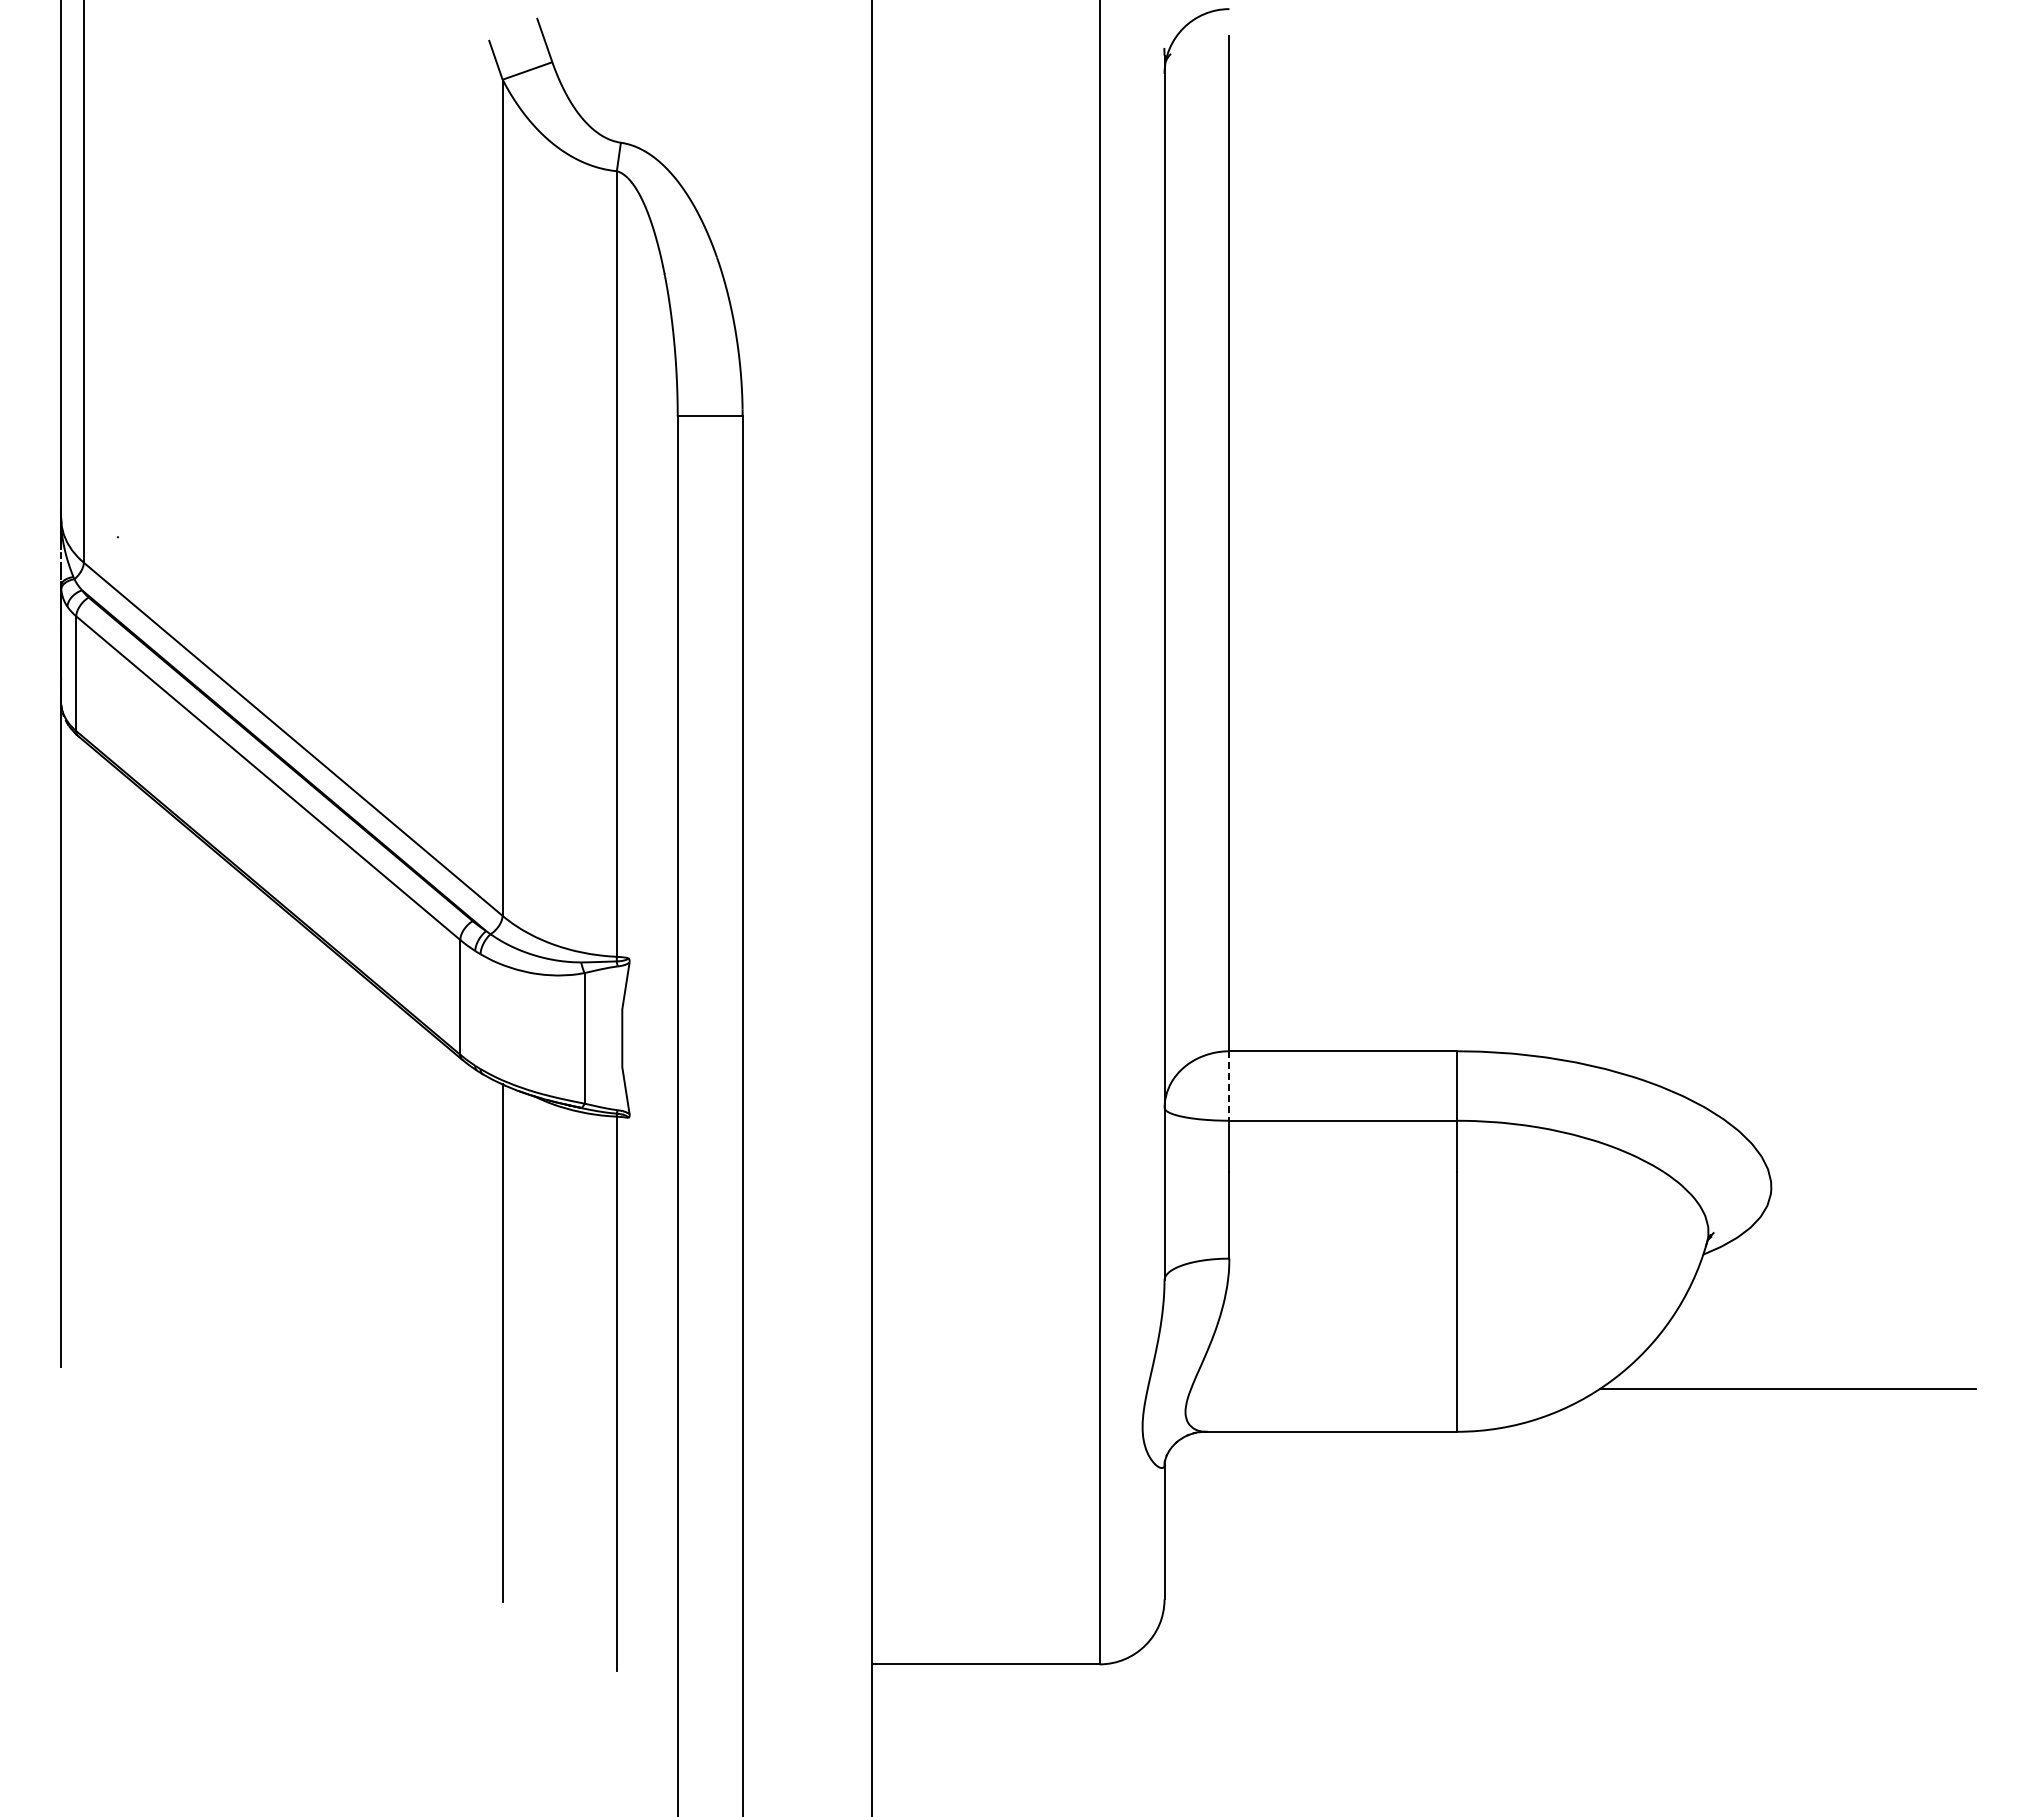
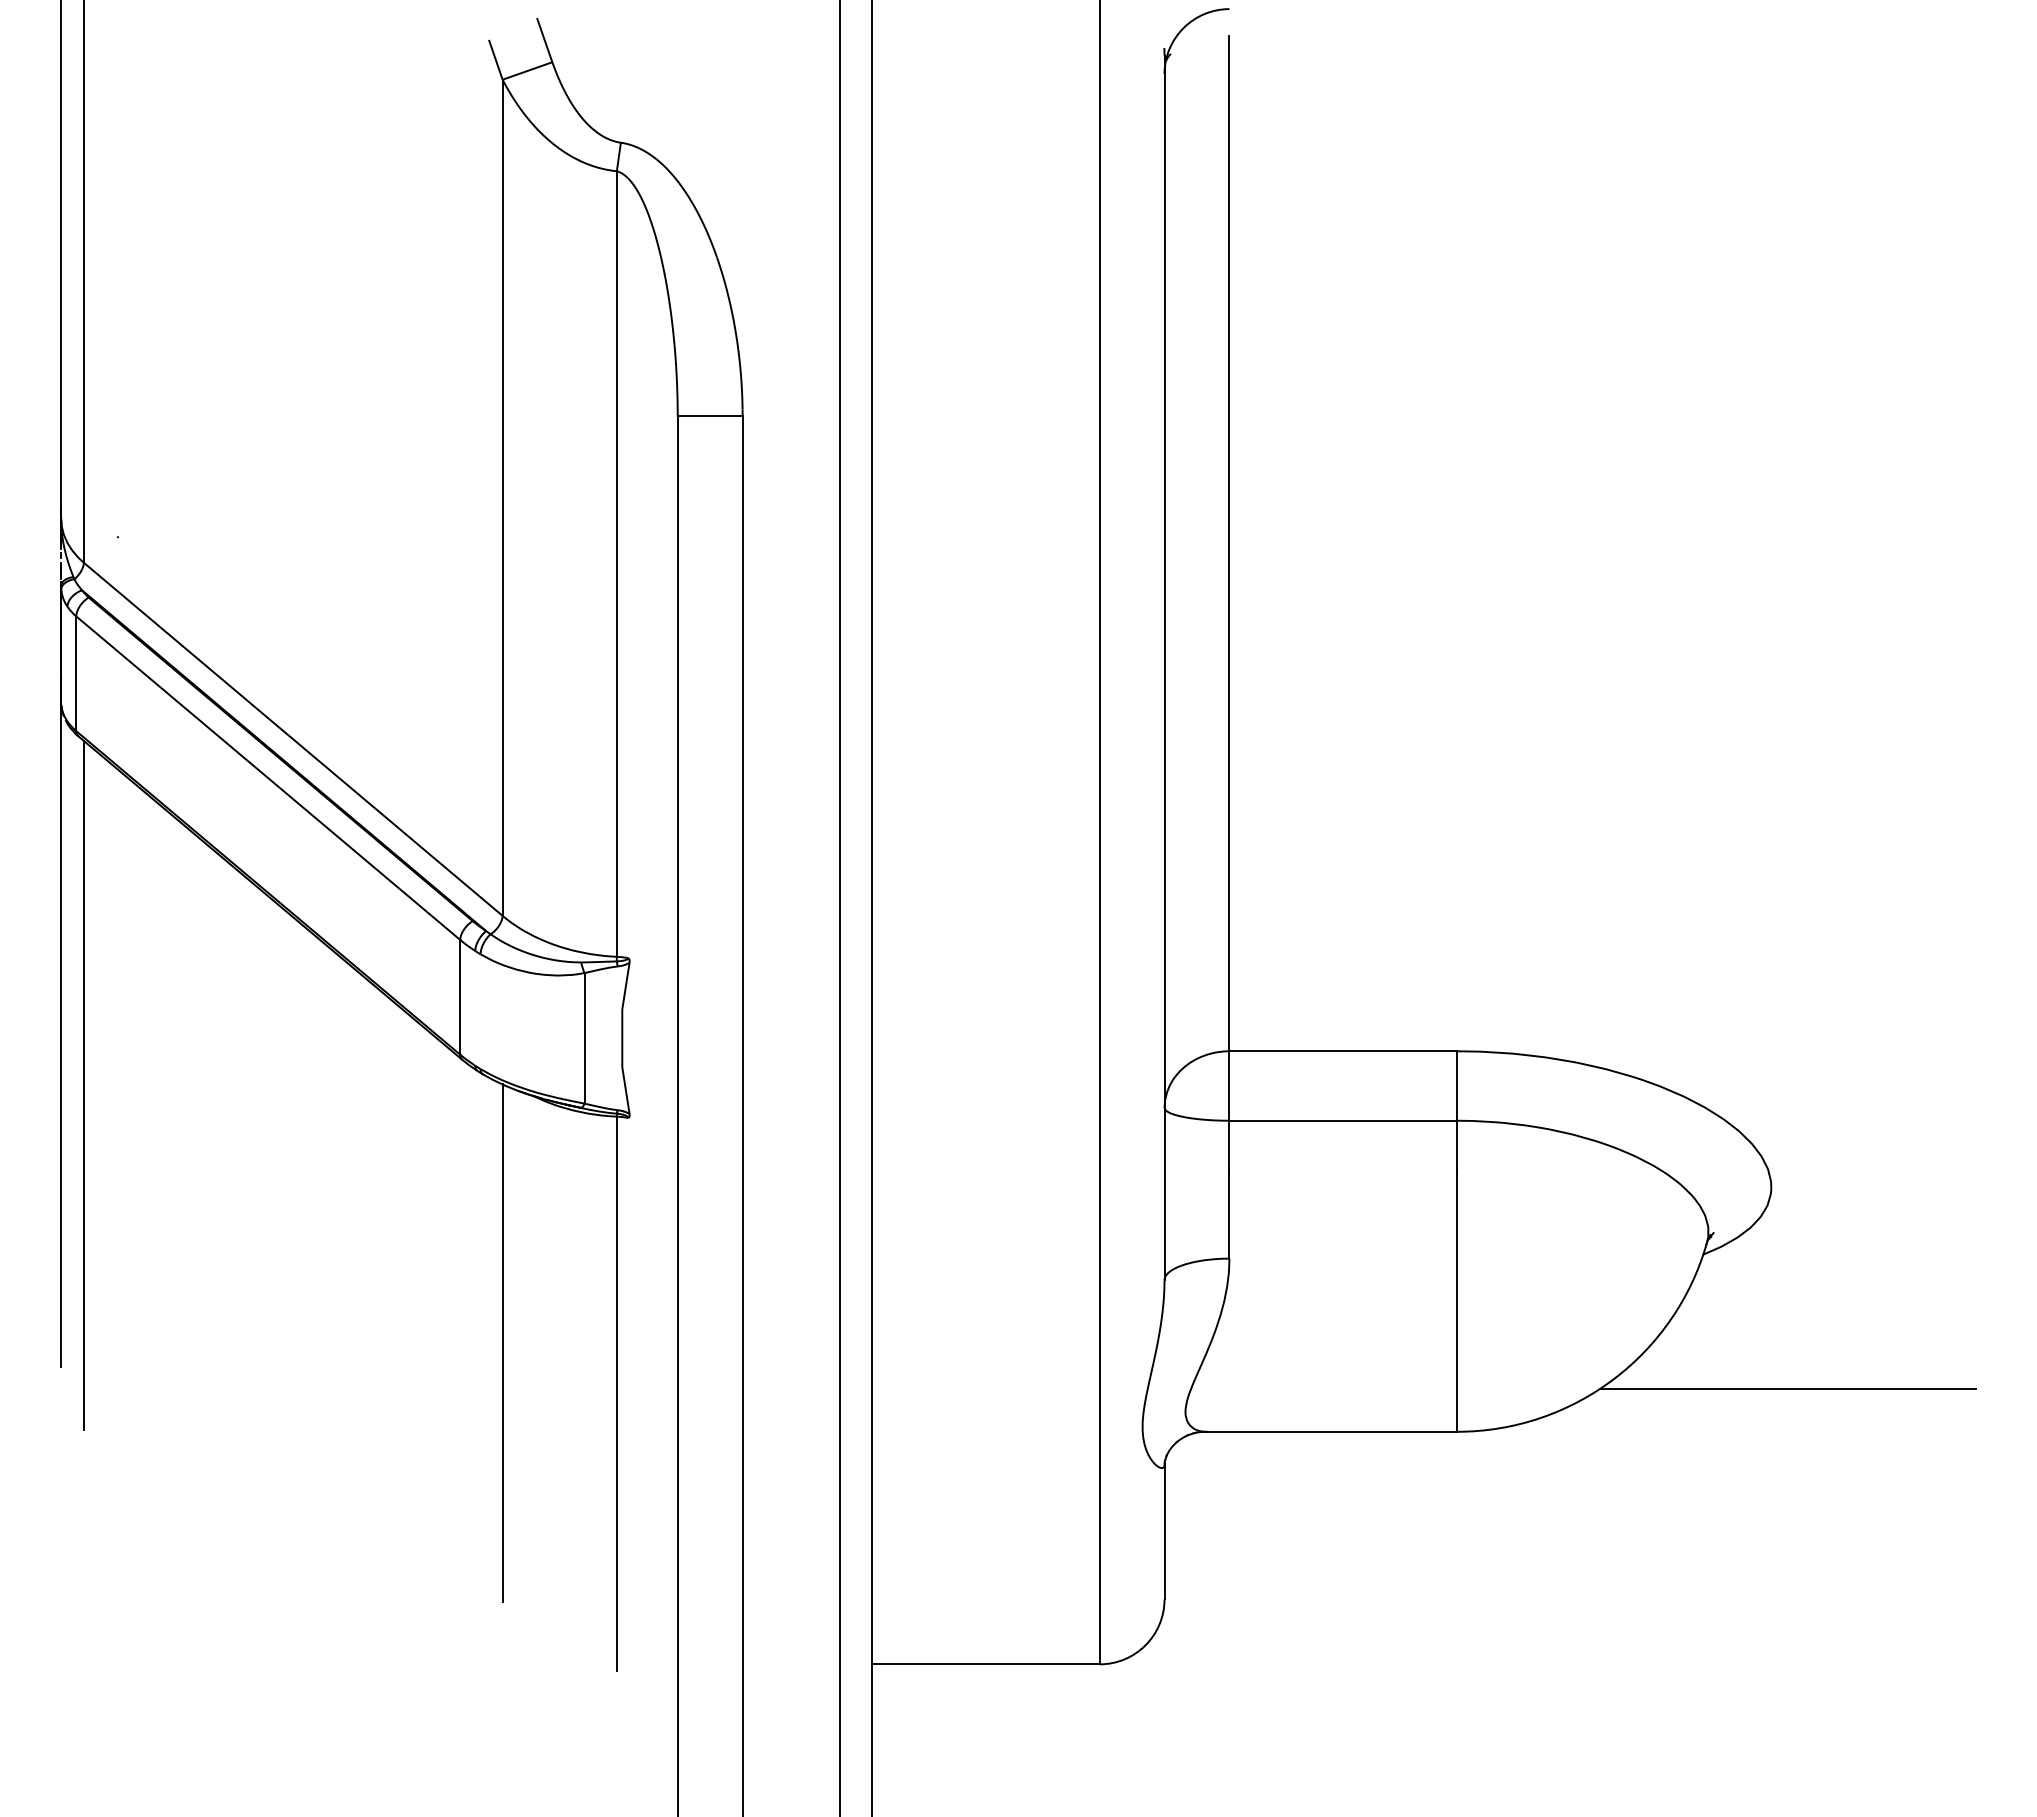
line at (840, 907): none -> present
line at (83, 1084): none -> present
line at (1229, 1086): dashed -> solid
